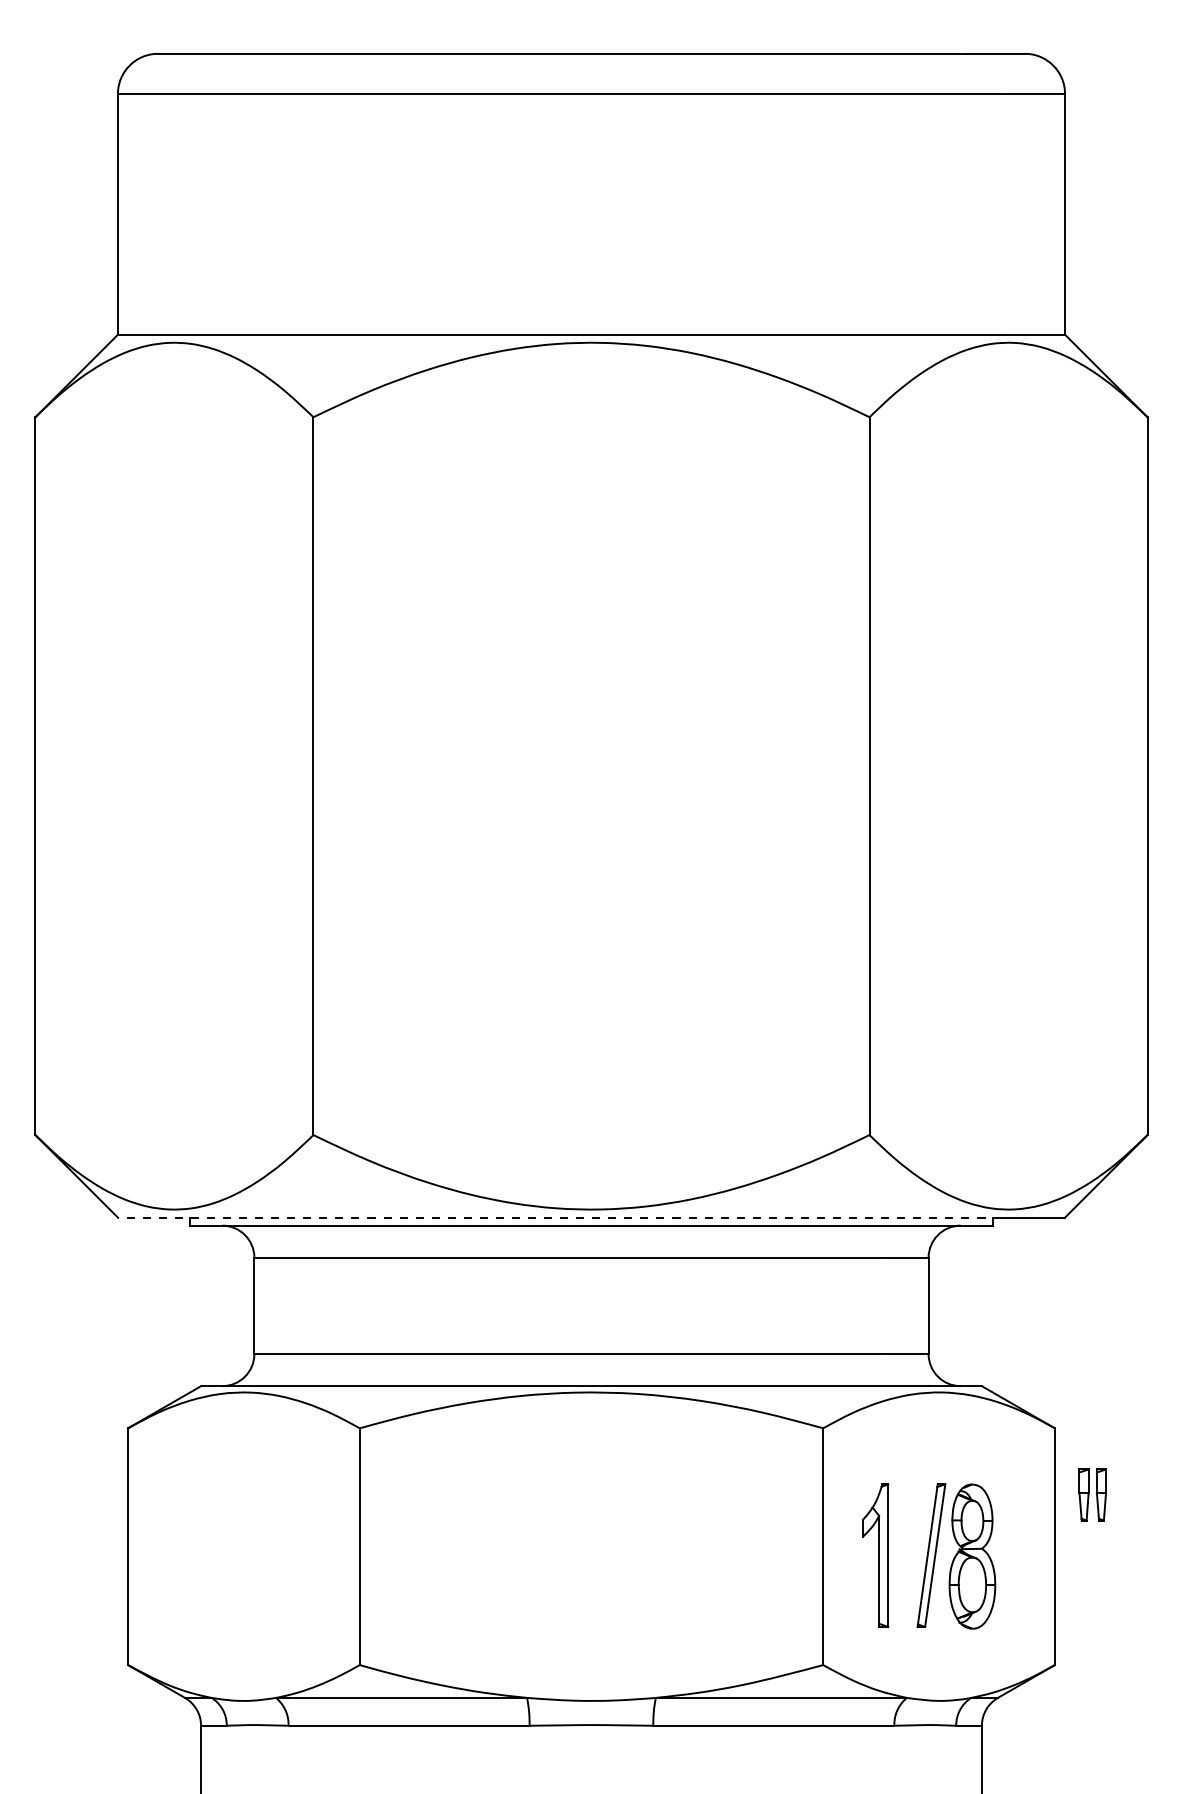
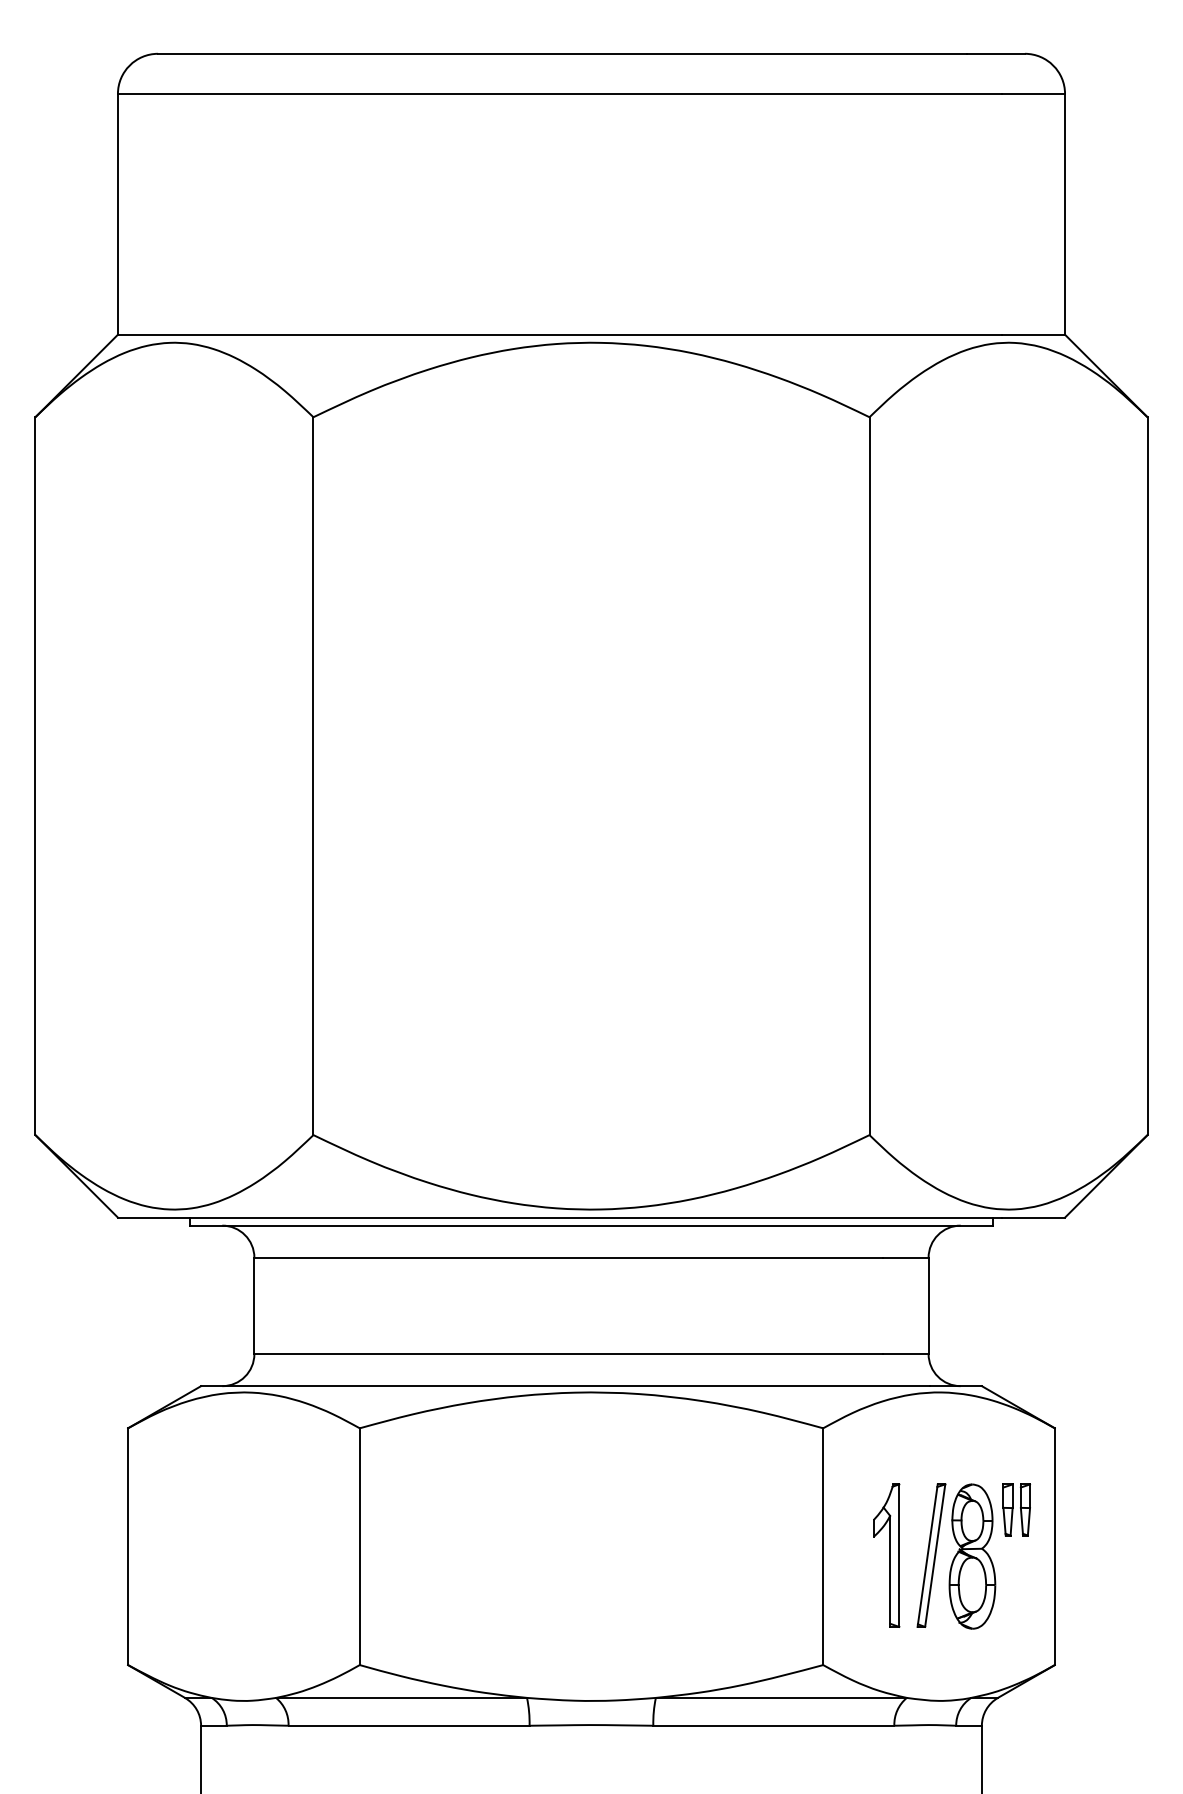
line at (559, 1217): dashed -> solid
part at (1092, 1494) position: (1092, 1494) -> (1016, 1509)
part at (875, 1555) position: (875, 1555) -> (886, 1555)
